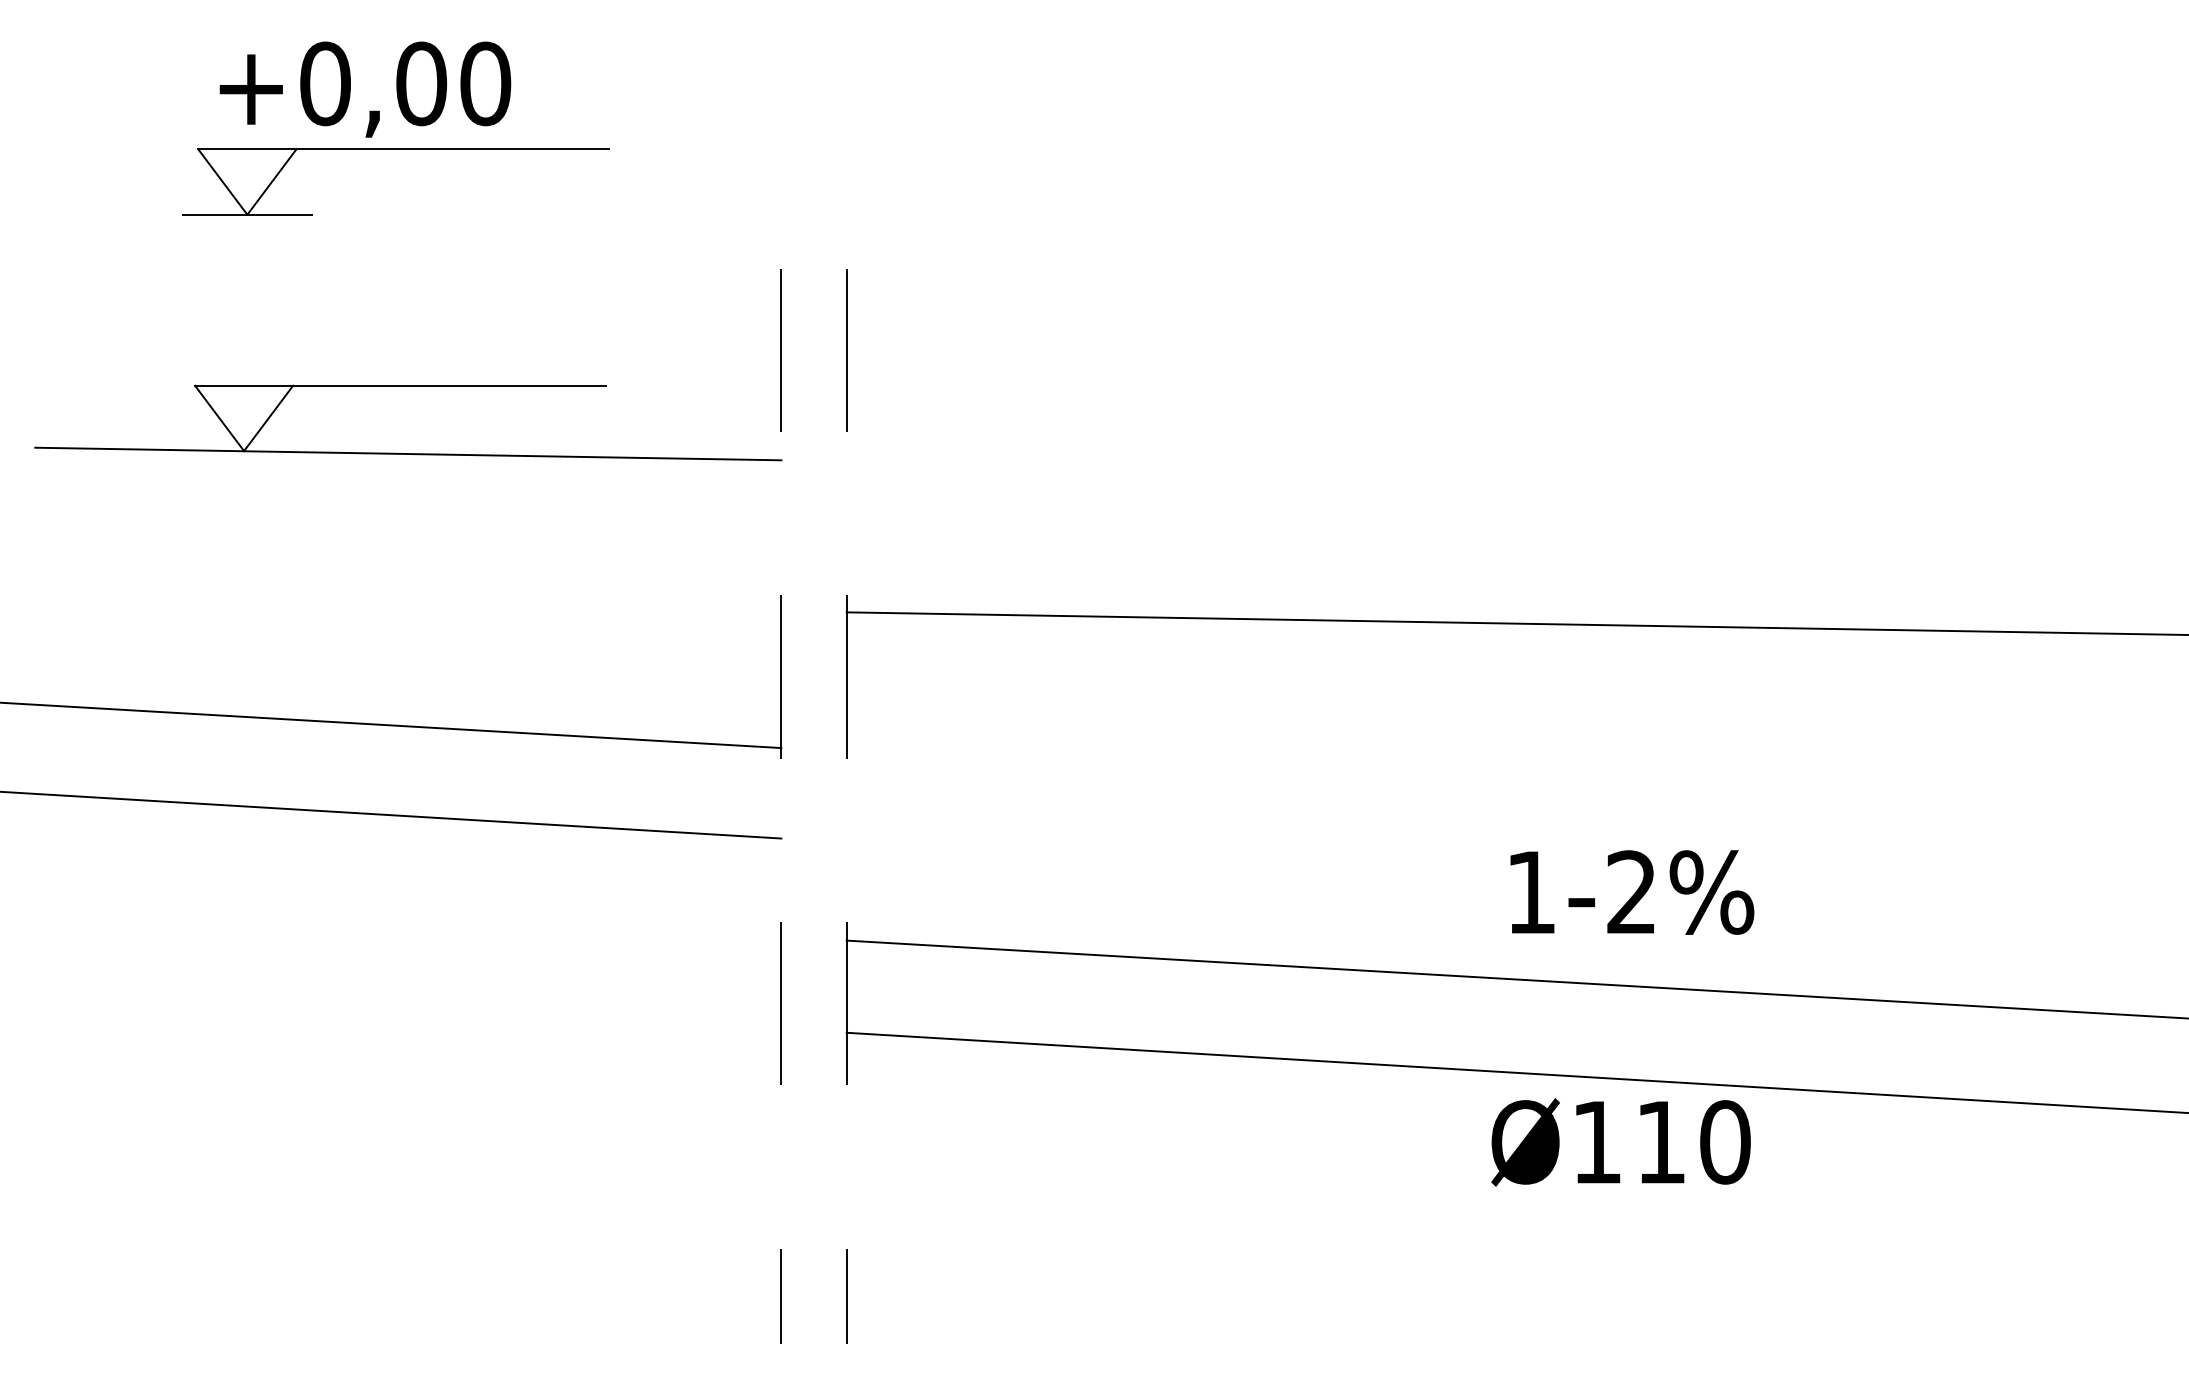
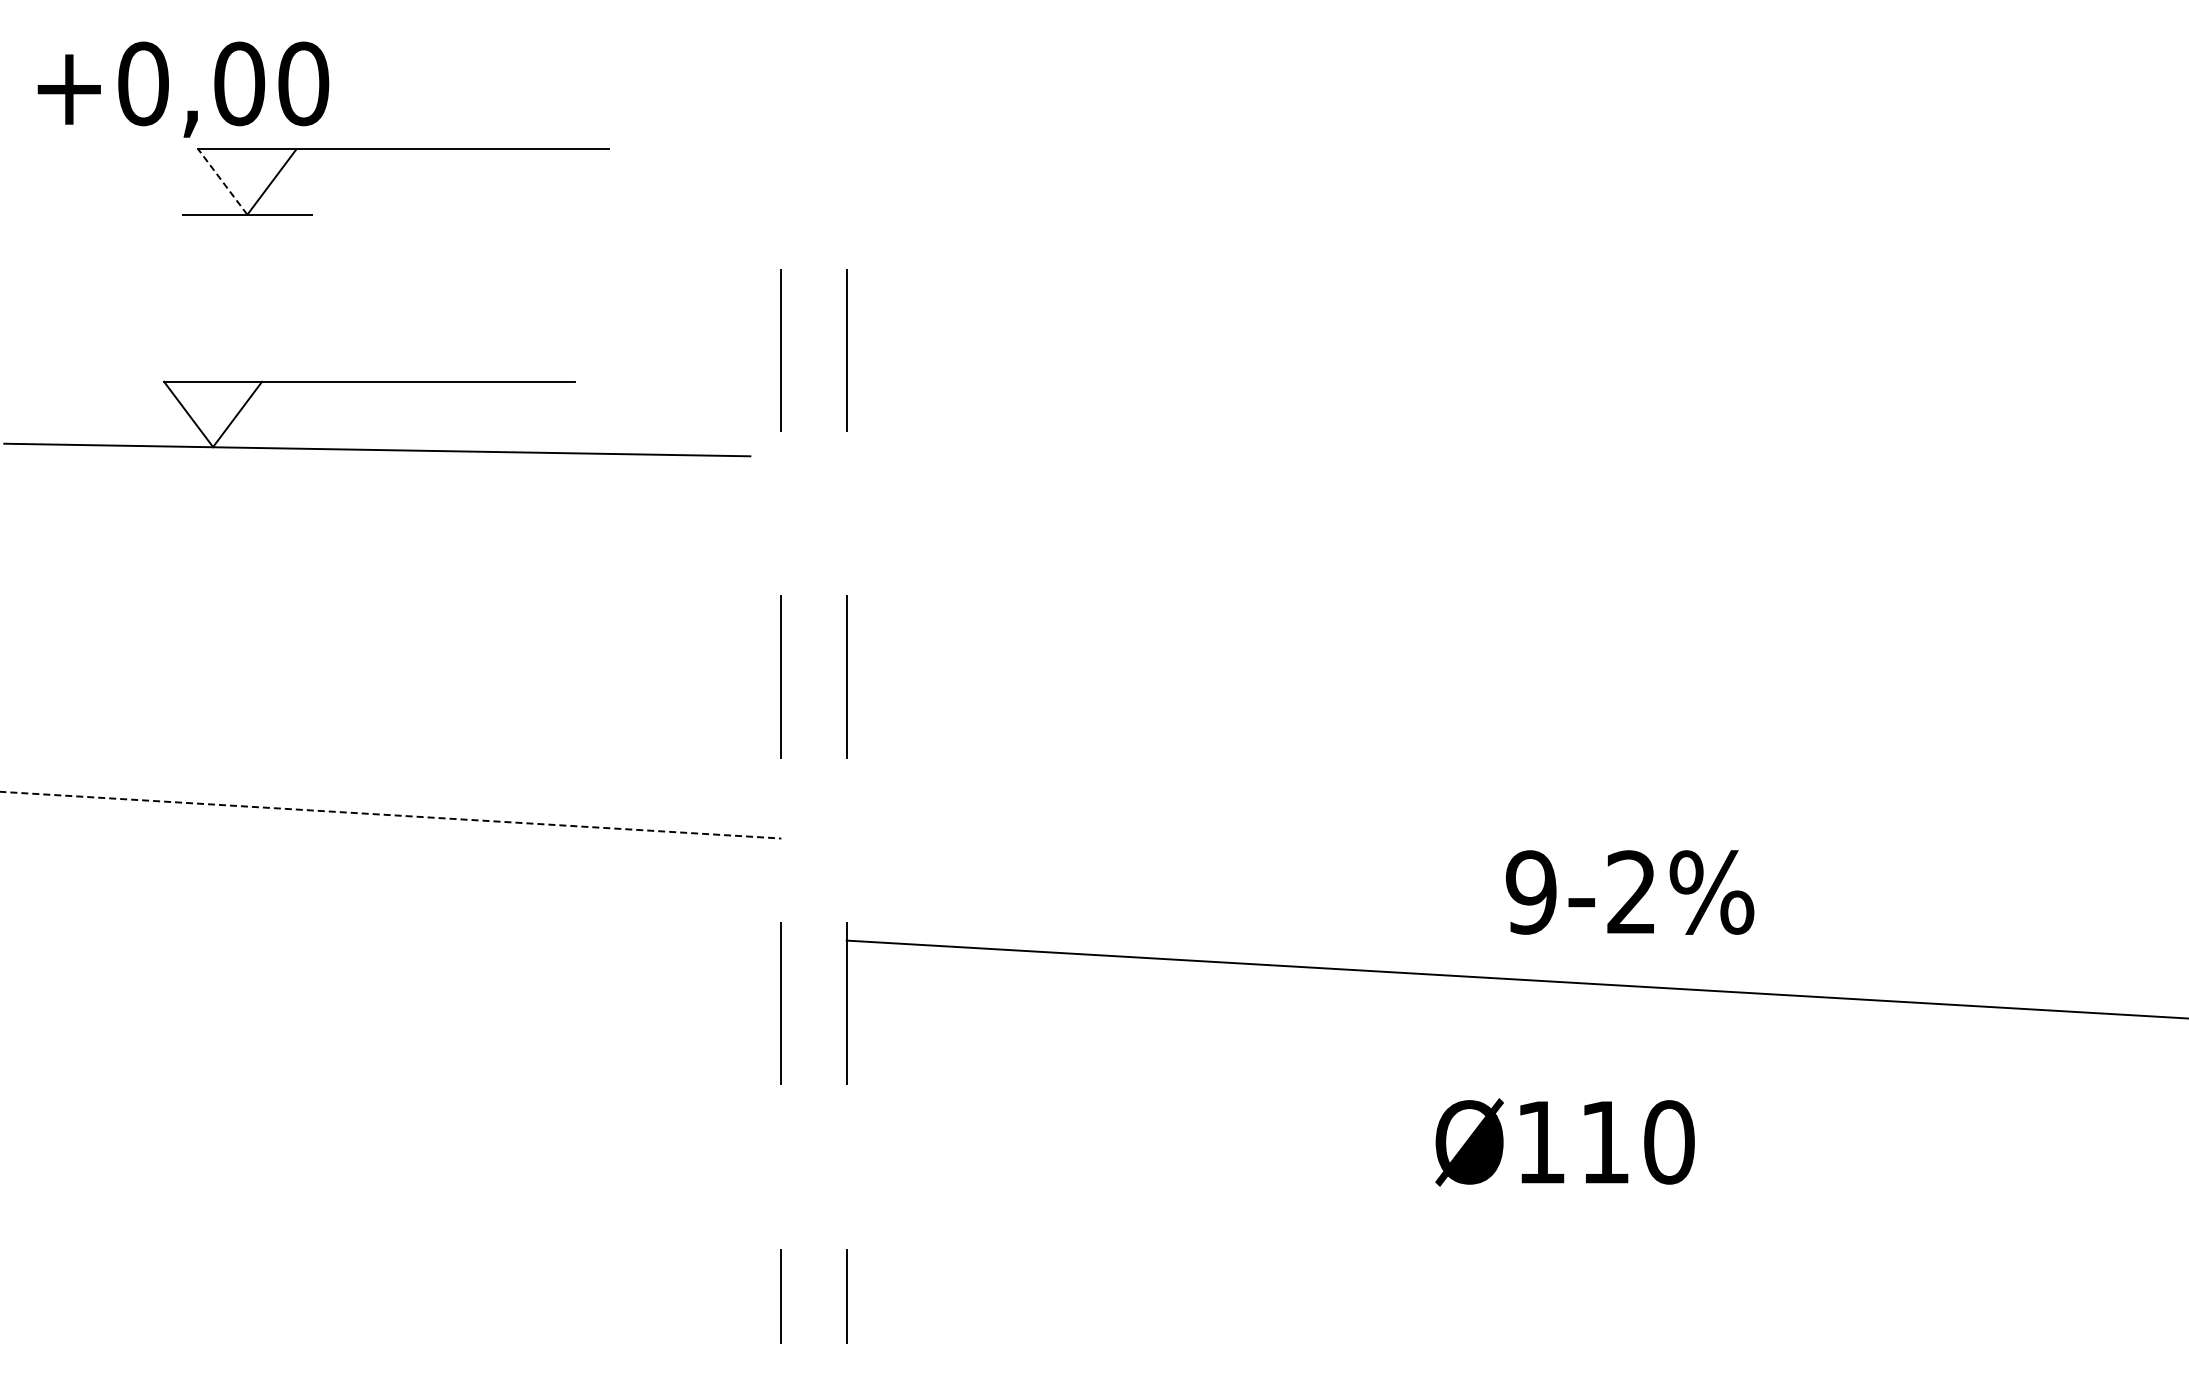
text at (365, 89) position: (365, 89) -> (183, 89)
line at (222, 182): solid -> dashed
part at (408, 453) position: (408, 453) -> (377, 449)
line at (1515, 623): present -> none
line at (391, 725): present -> none
line at (391, 815): solid -> dashed
text at (1531, 892): 1-2% -> 9-2%
line at (1515, 1072): present -> none
text at (1620, 1142) position: (1620, 1142) -> (1564, 1142)
